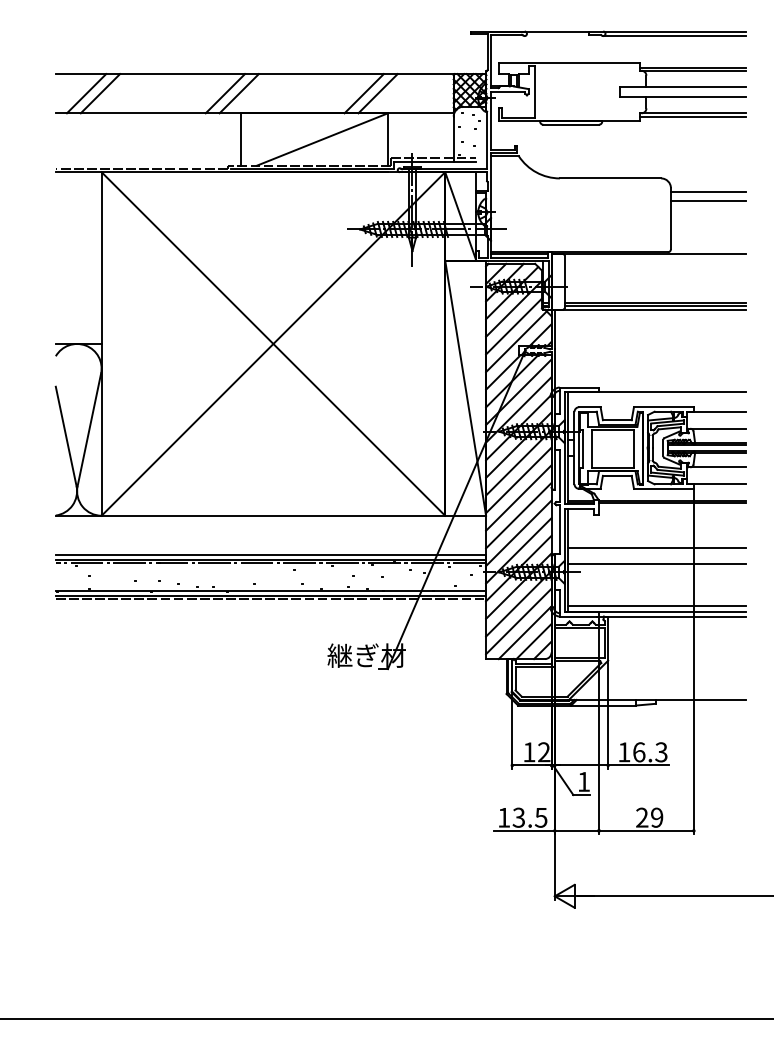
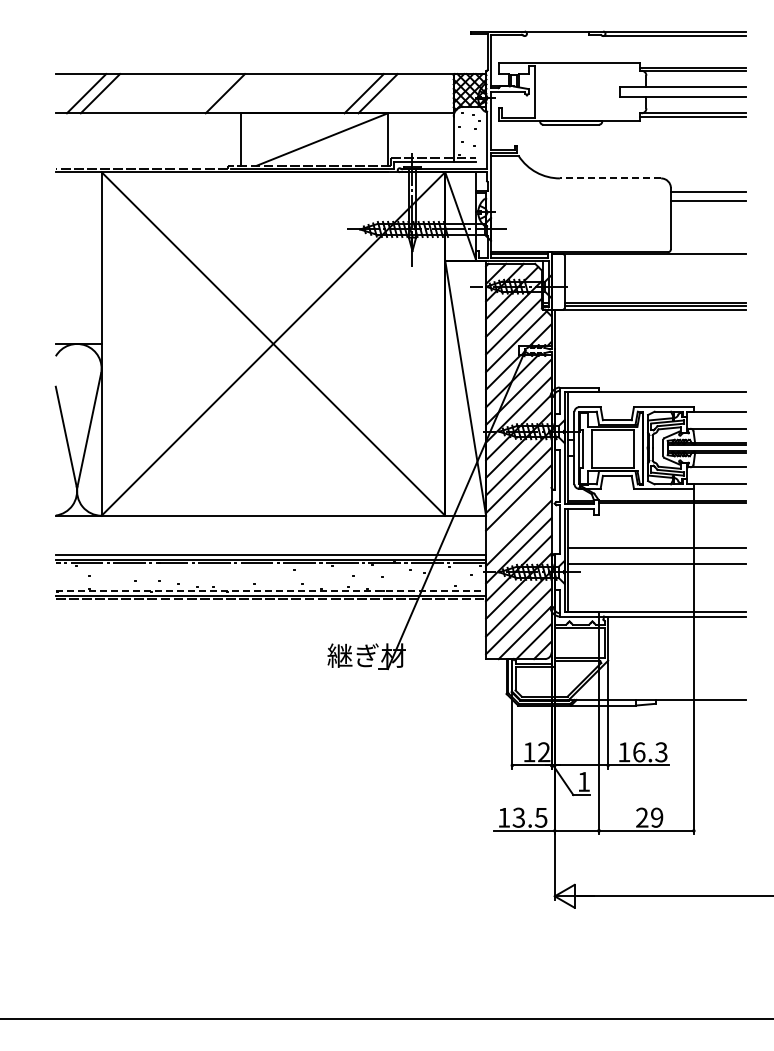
line at (238, 93): present -> none
line at (610, 178): solid -> dashed
line at (518, 515): present -> none
line at (271, 591): solid -> dashed
line at (656, 605): present -> none
